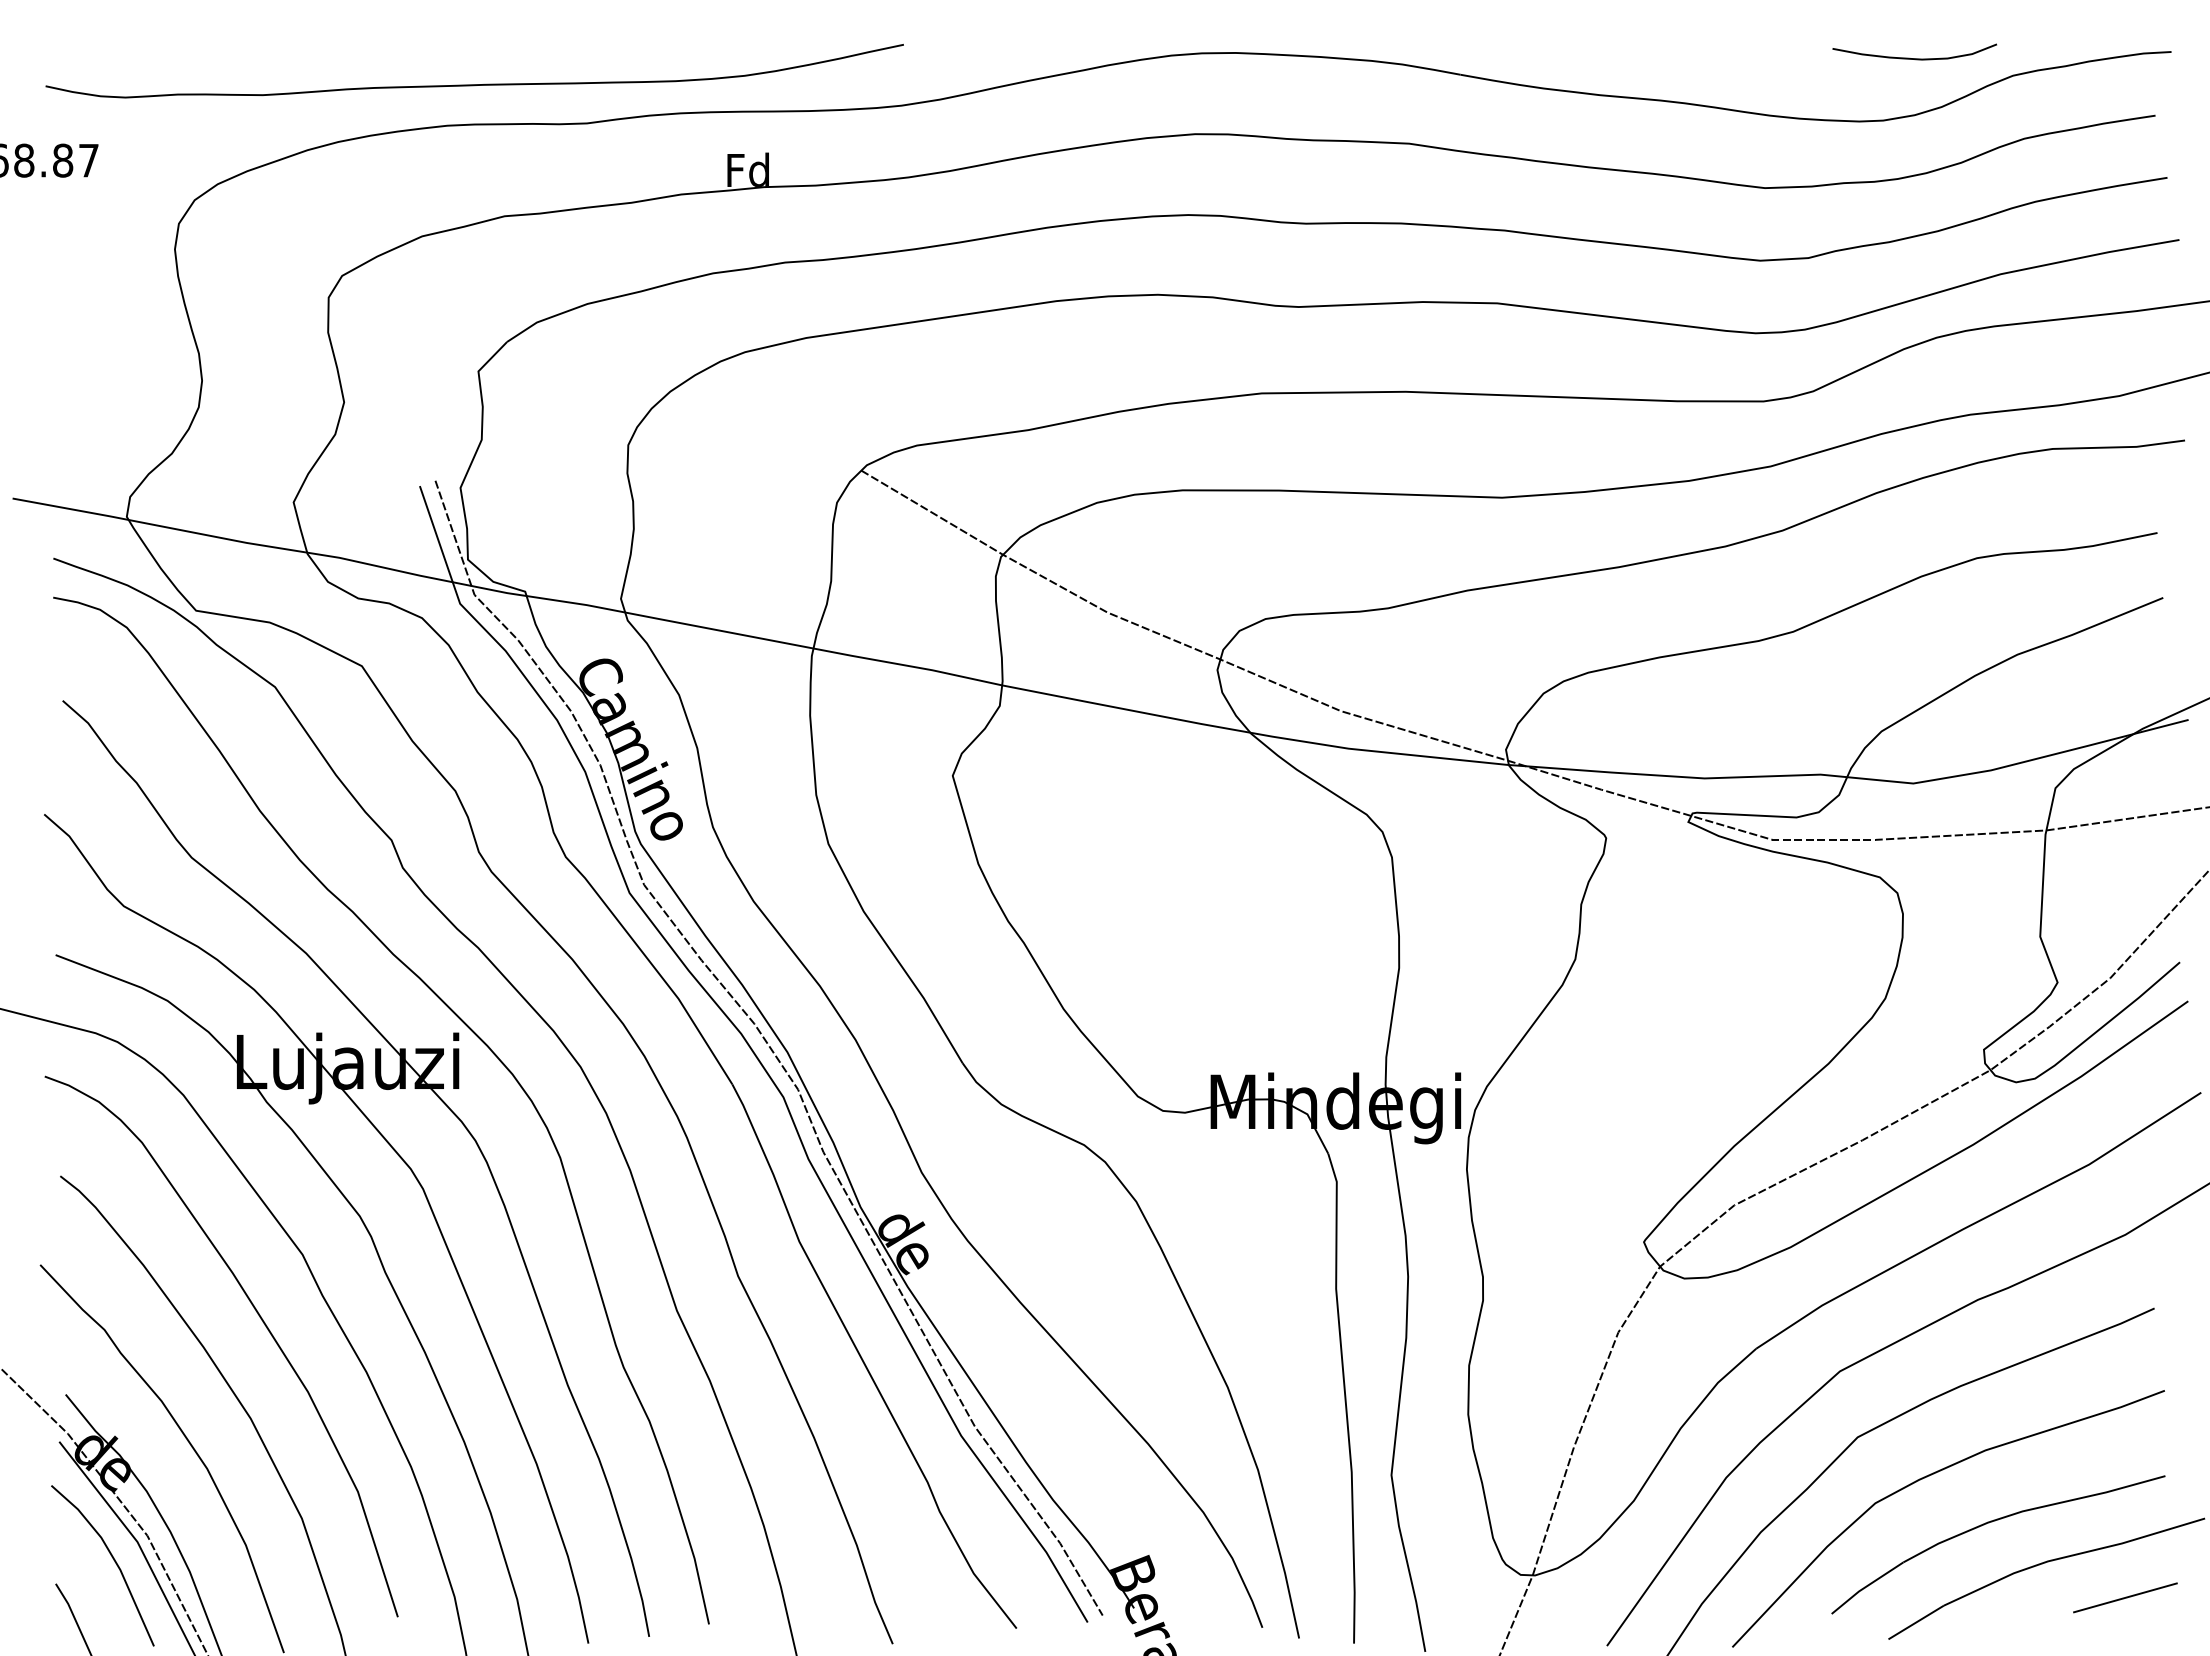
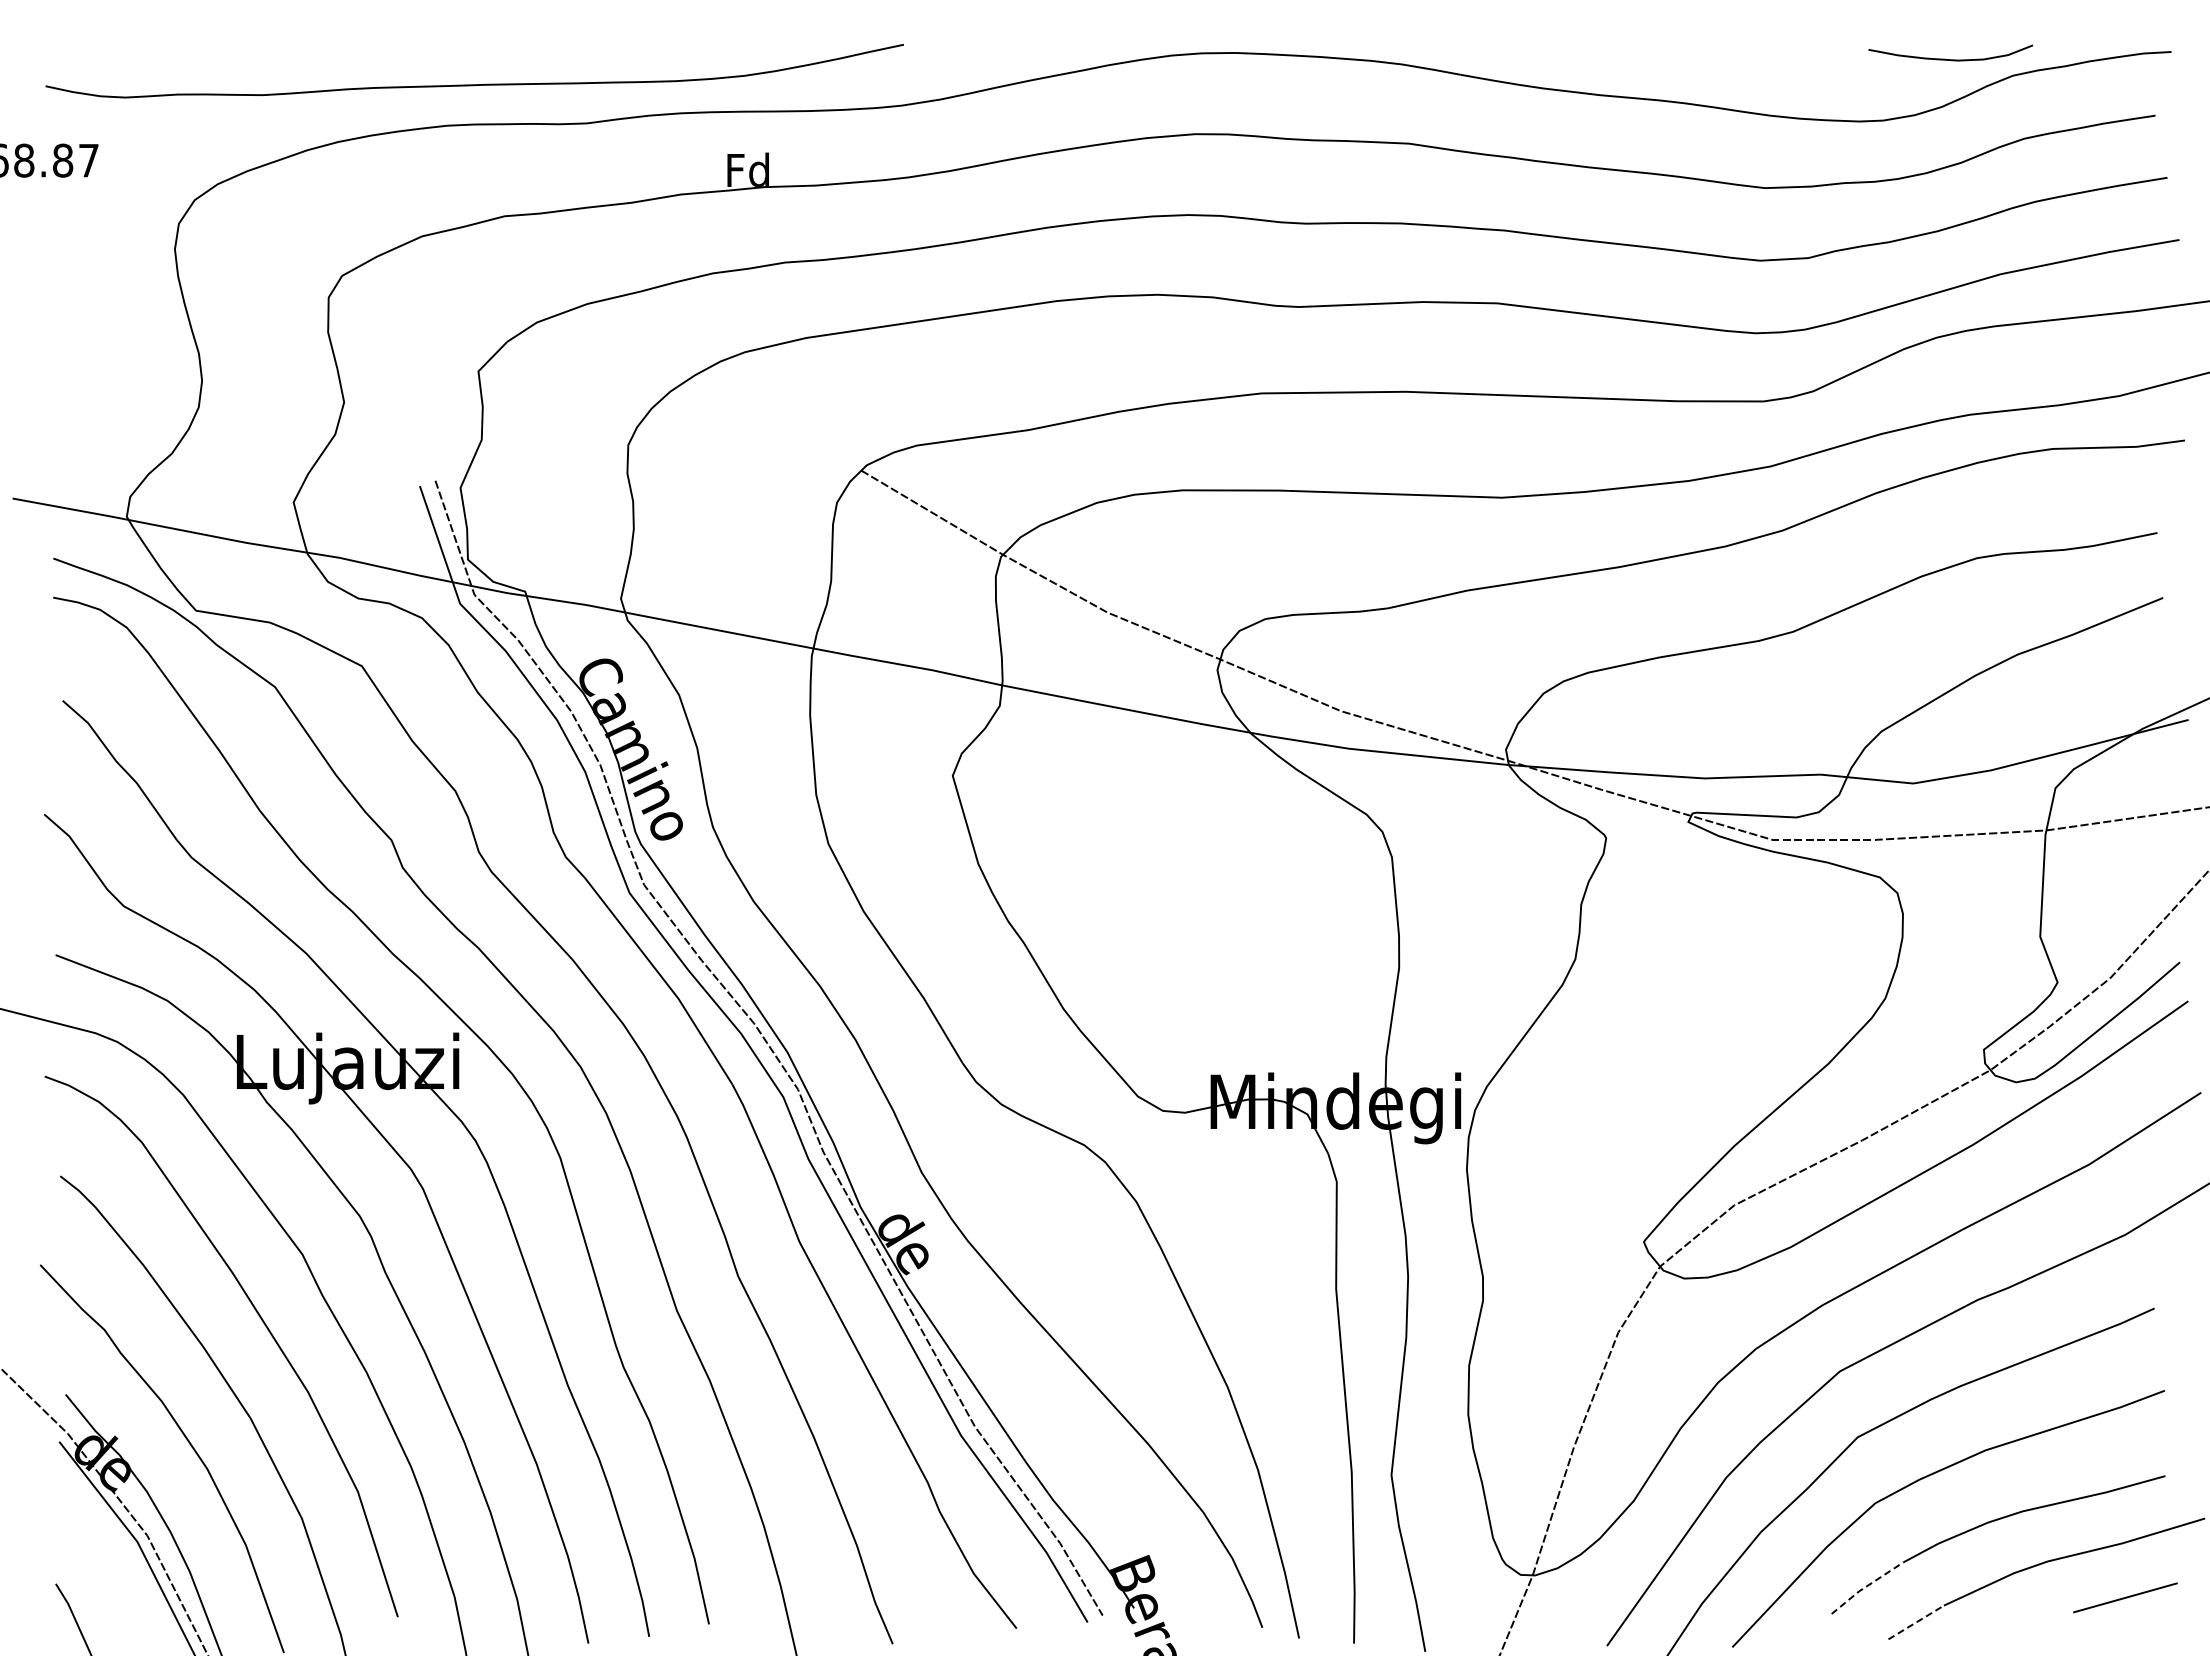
curve at (1914, 58) position: (1914, 58) -> (1950, 59)
line at (111, 1557): present -> none
line at (1866, 1586): solid -> dashed
line at (1916, 1622): solid -> dashed
